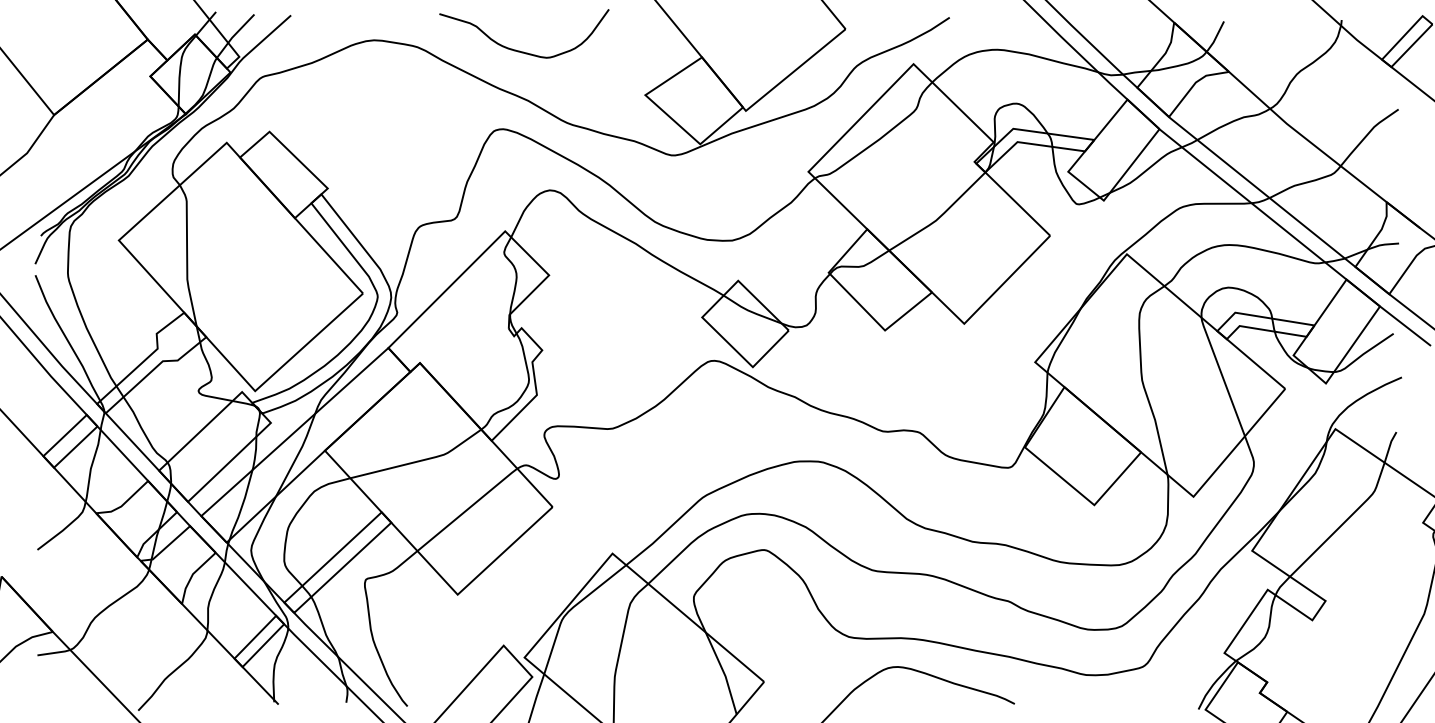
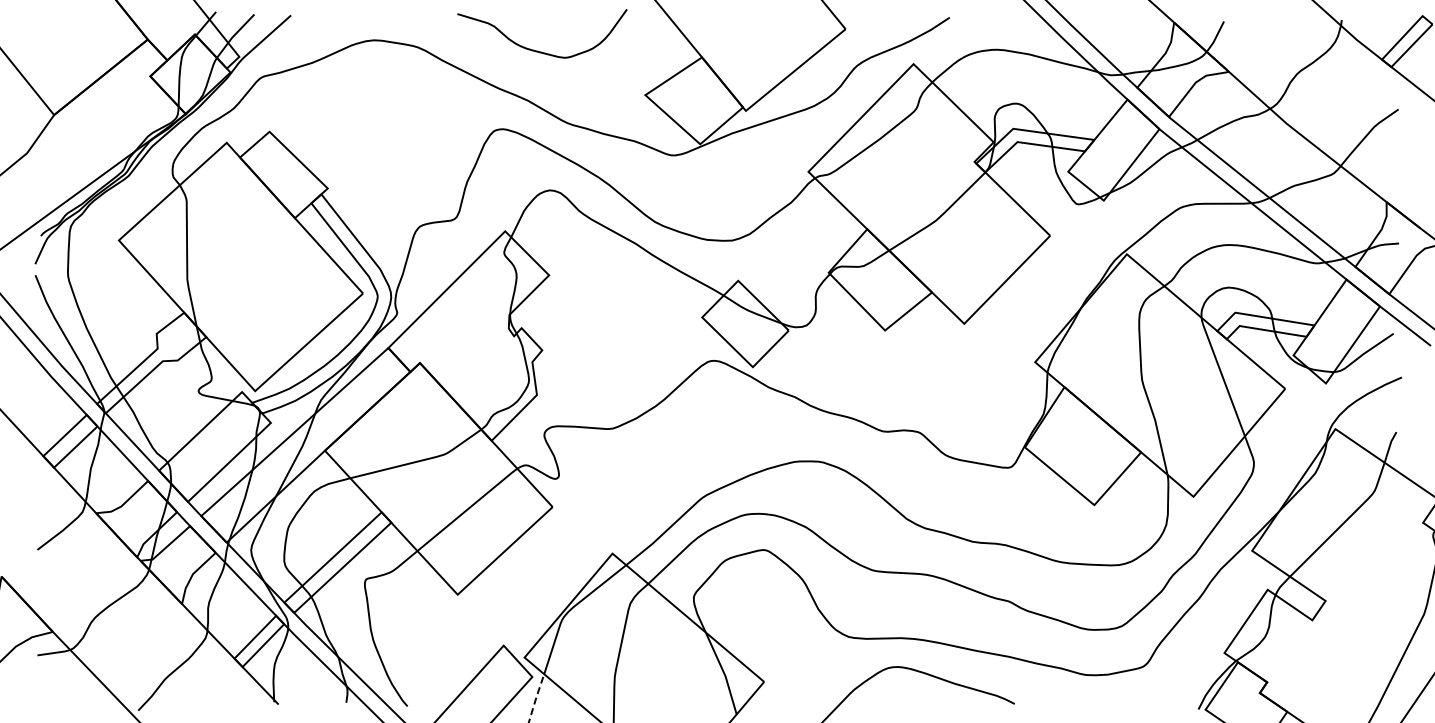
curve at (519, 50) position: (519, 50) -> (537, 50)
line at (536, 697): solid -> dashed
